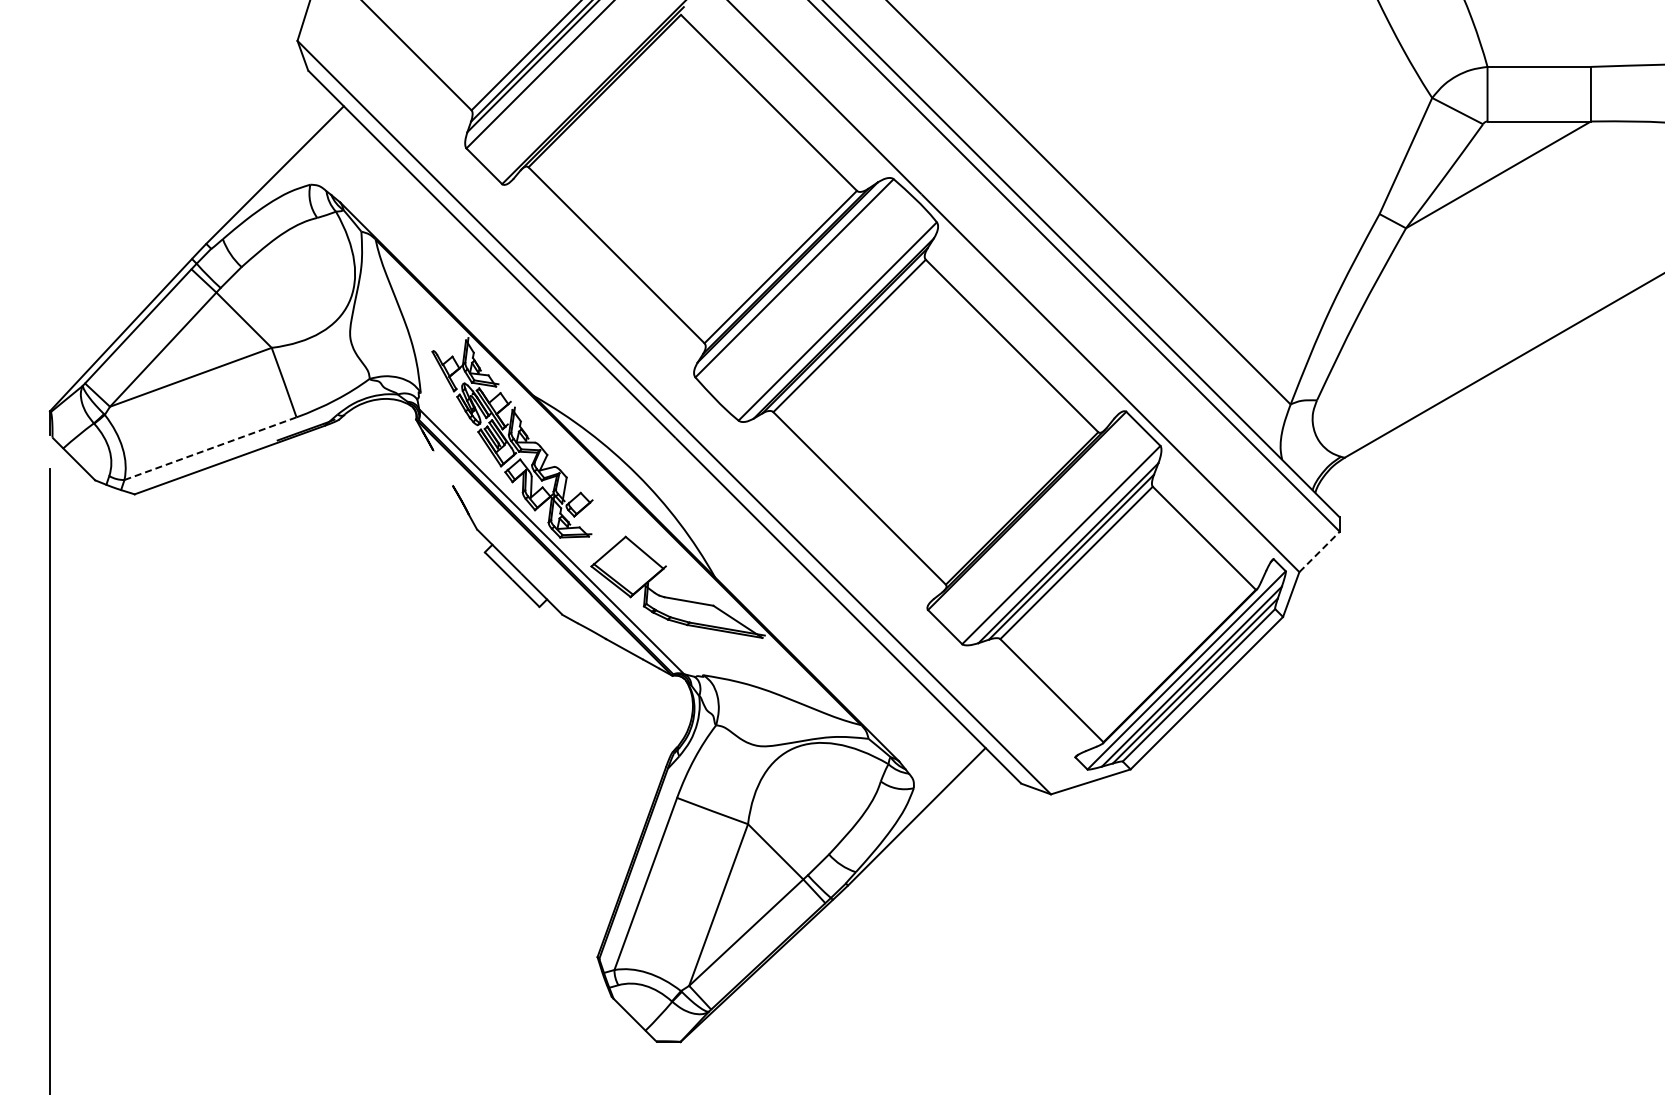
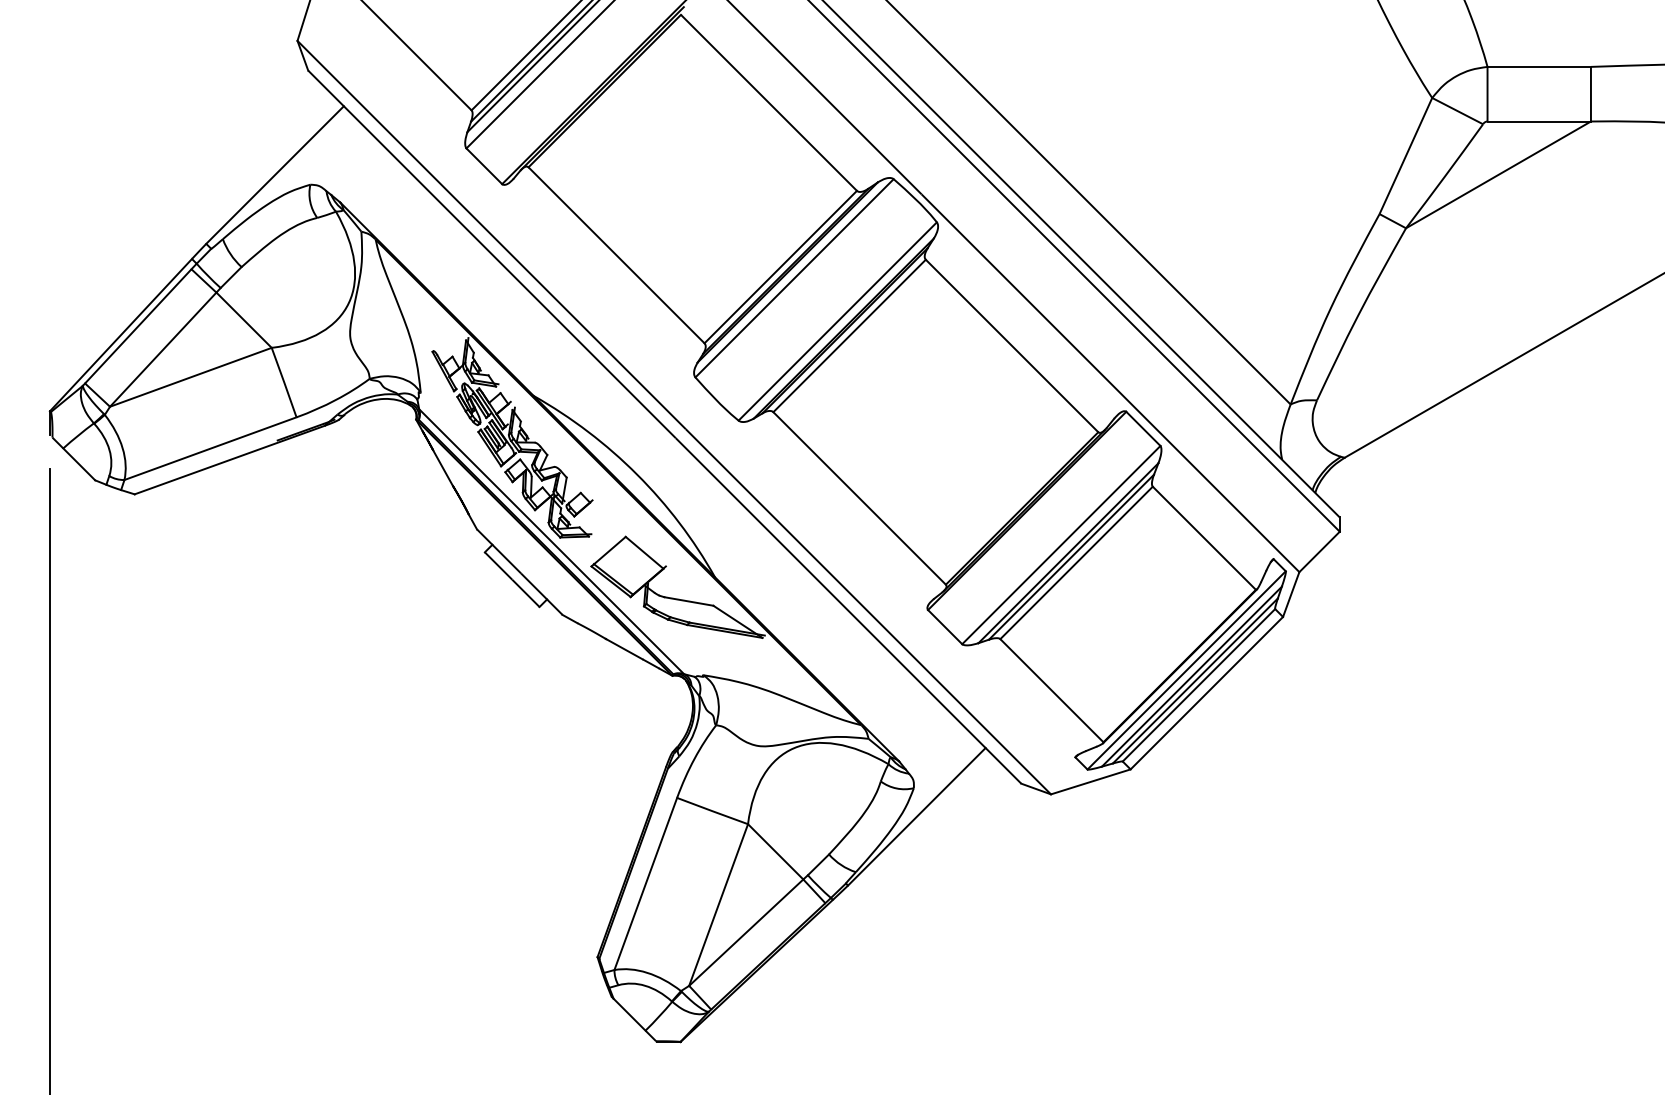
line at (210, 448): dashed -> solid
line at (442, 467): none -> present
line at (1319, 551): dashed -> solid
